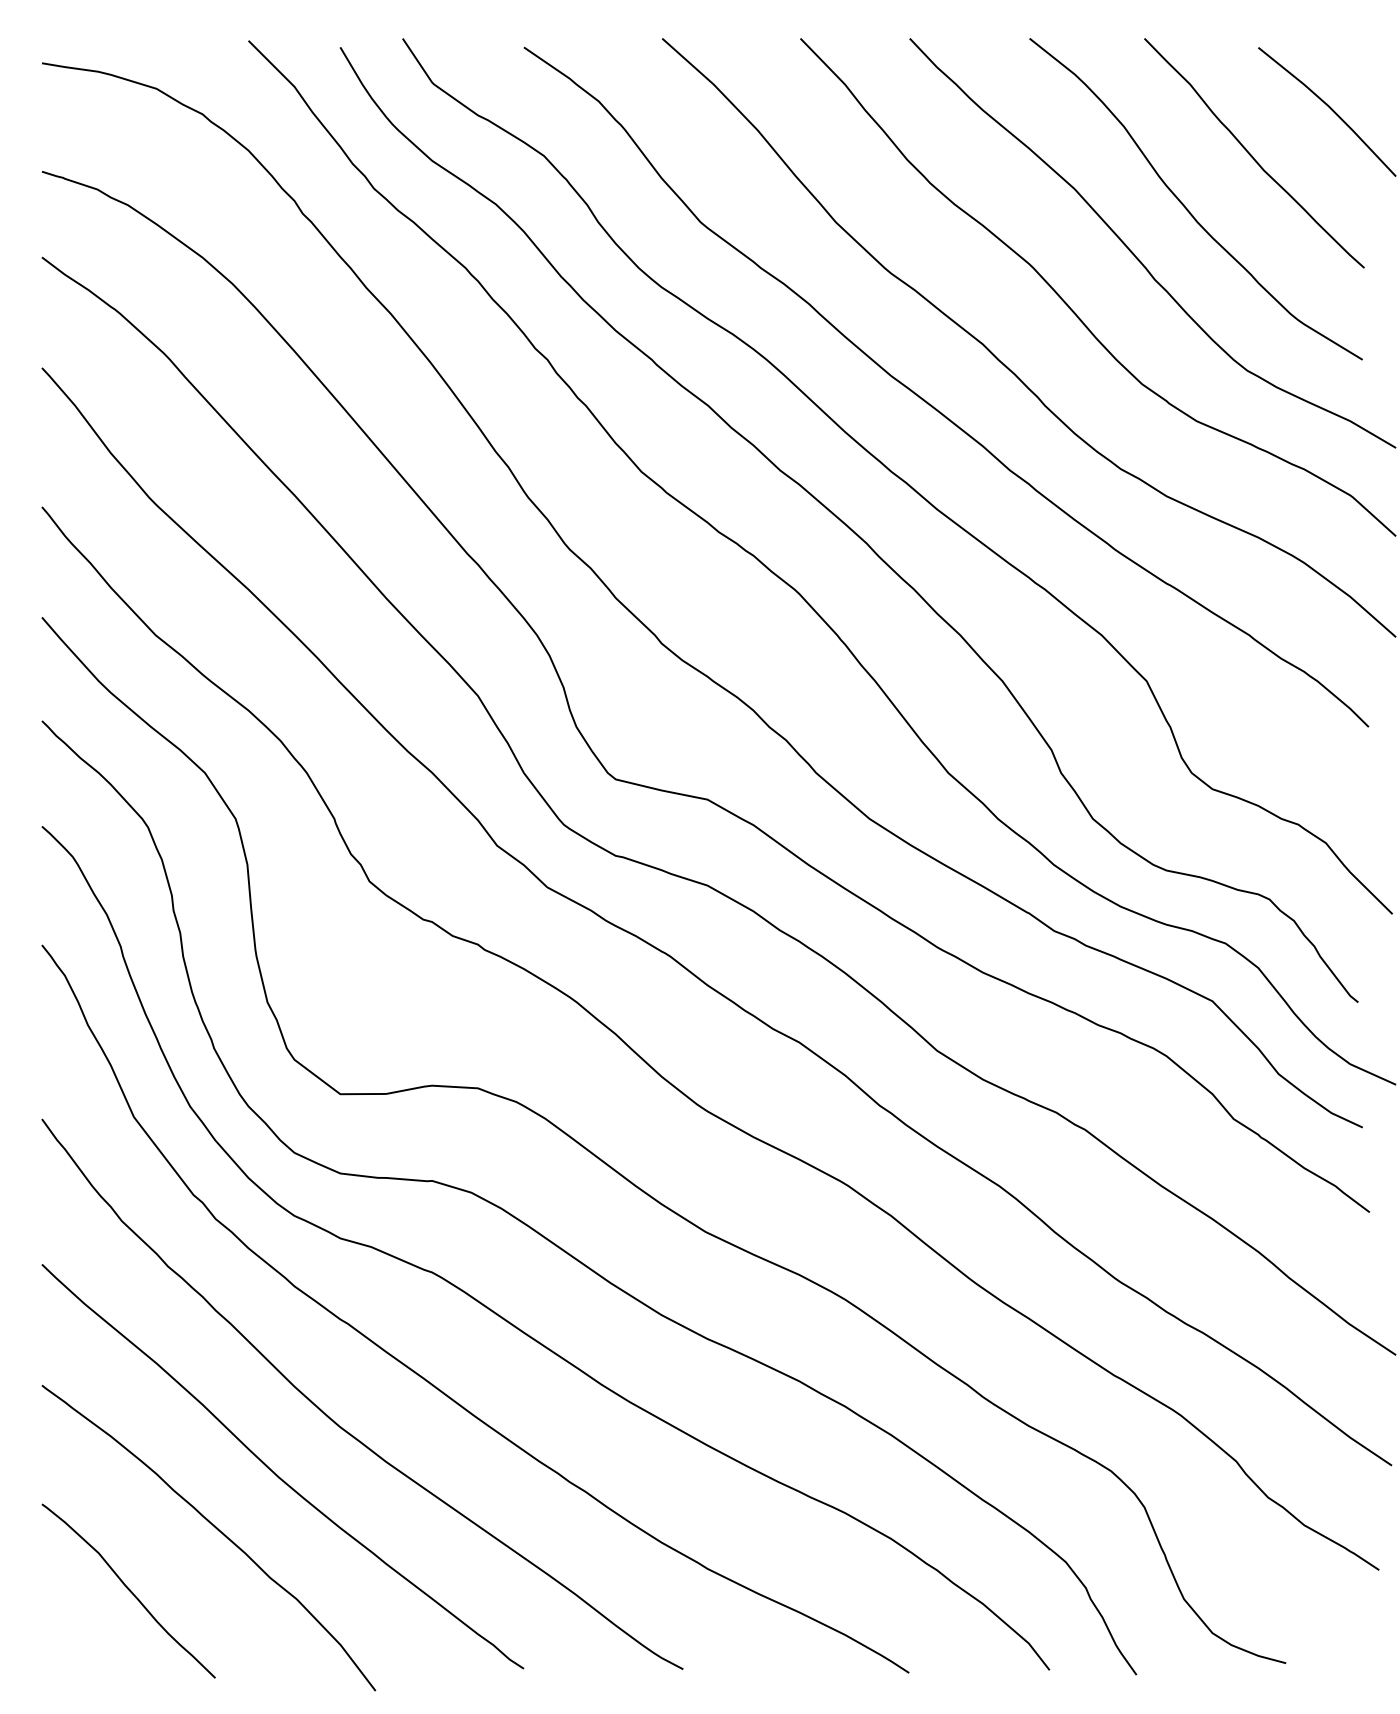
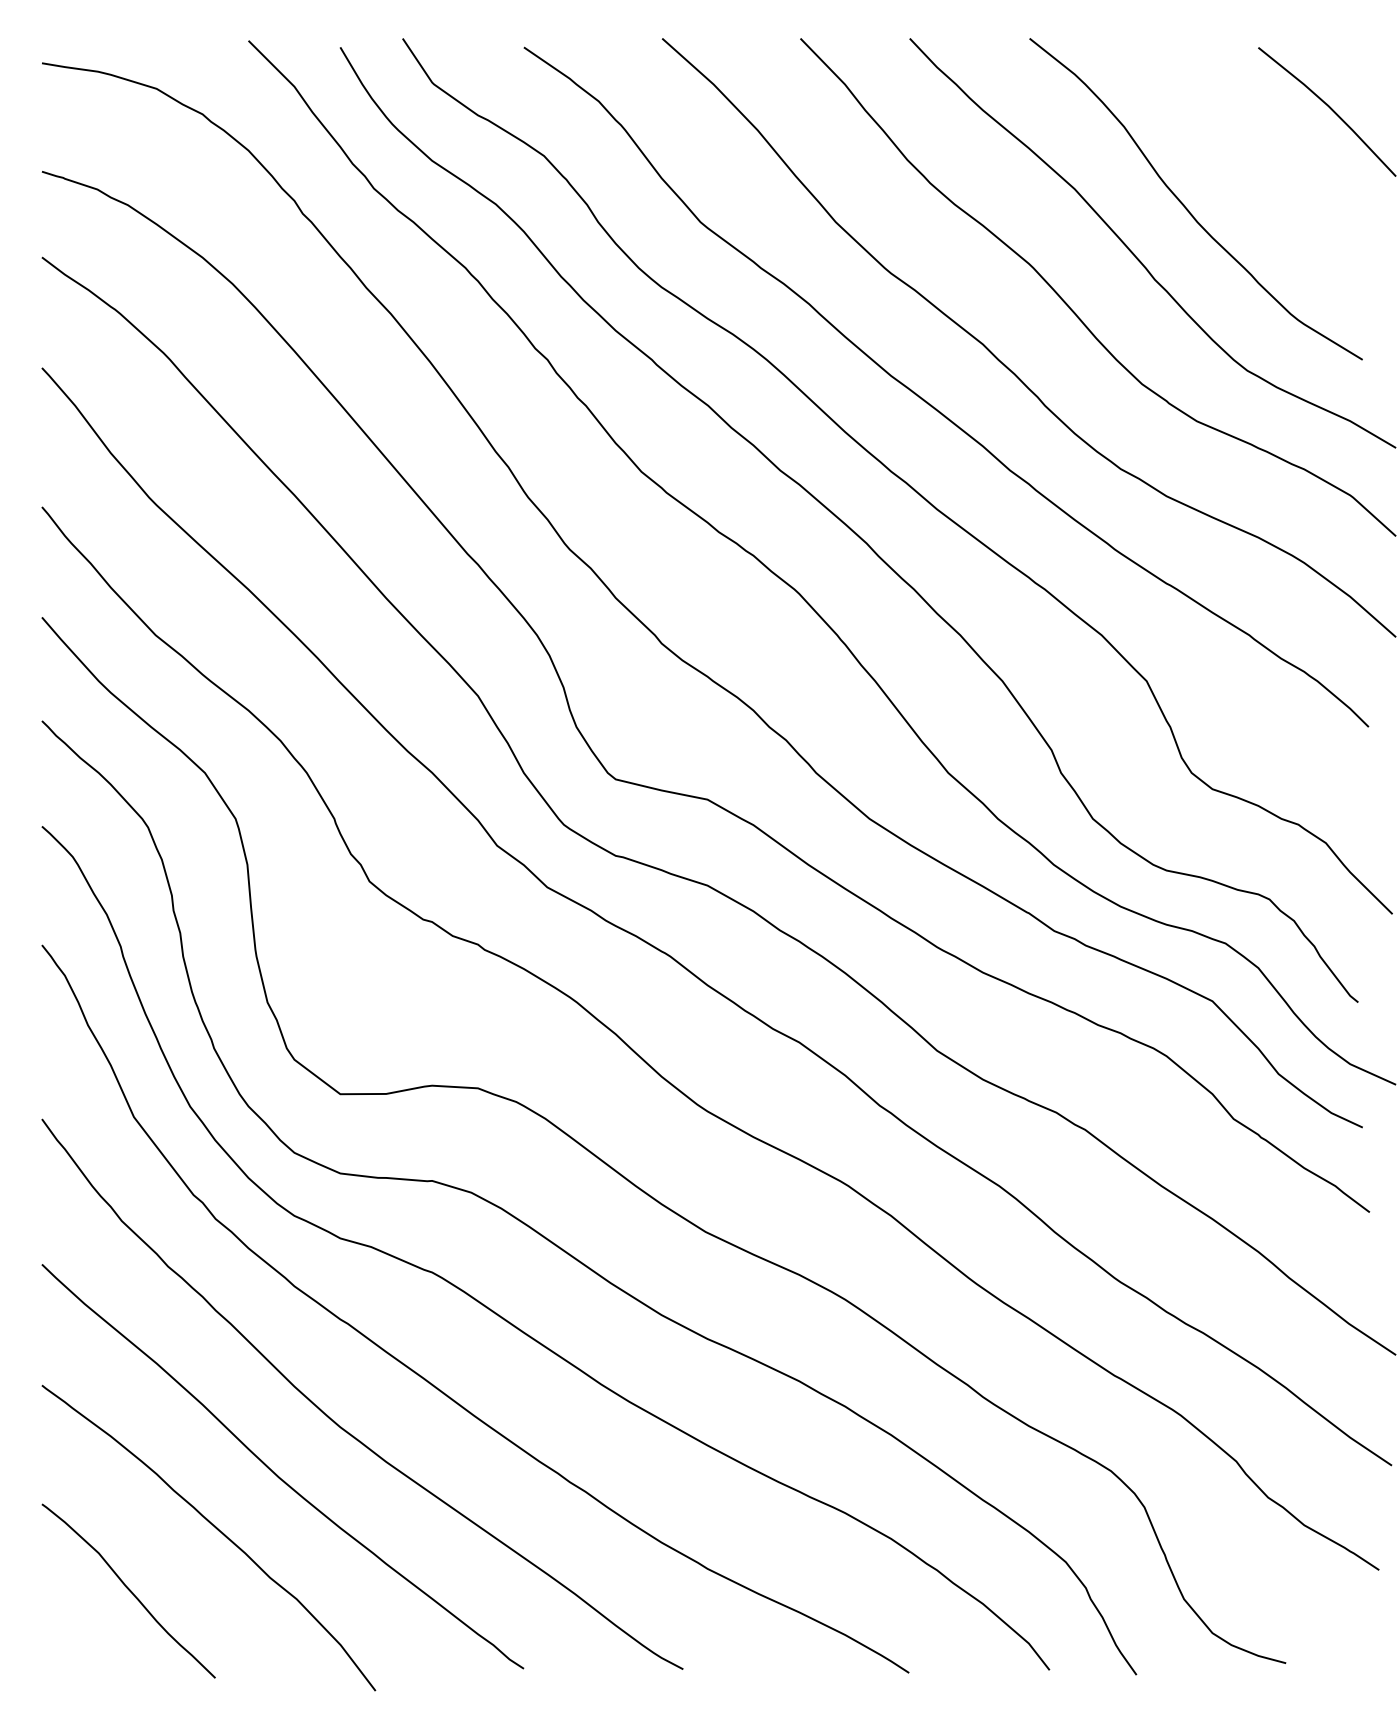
curve at (1252, 155): present -> none
